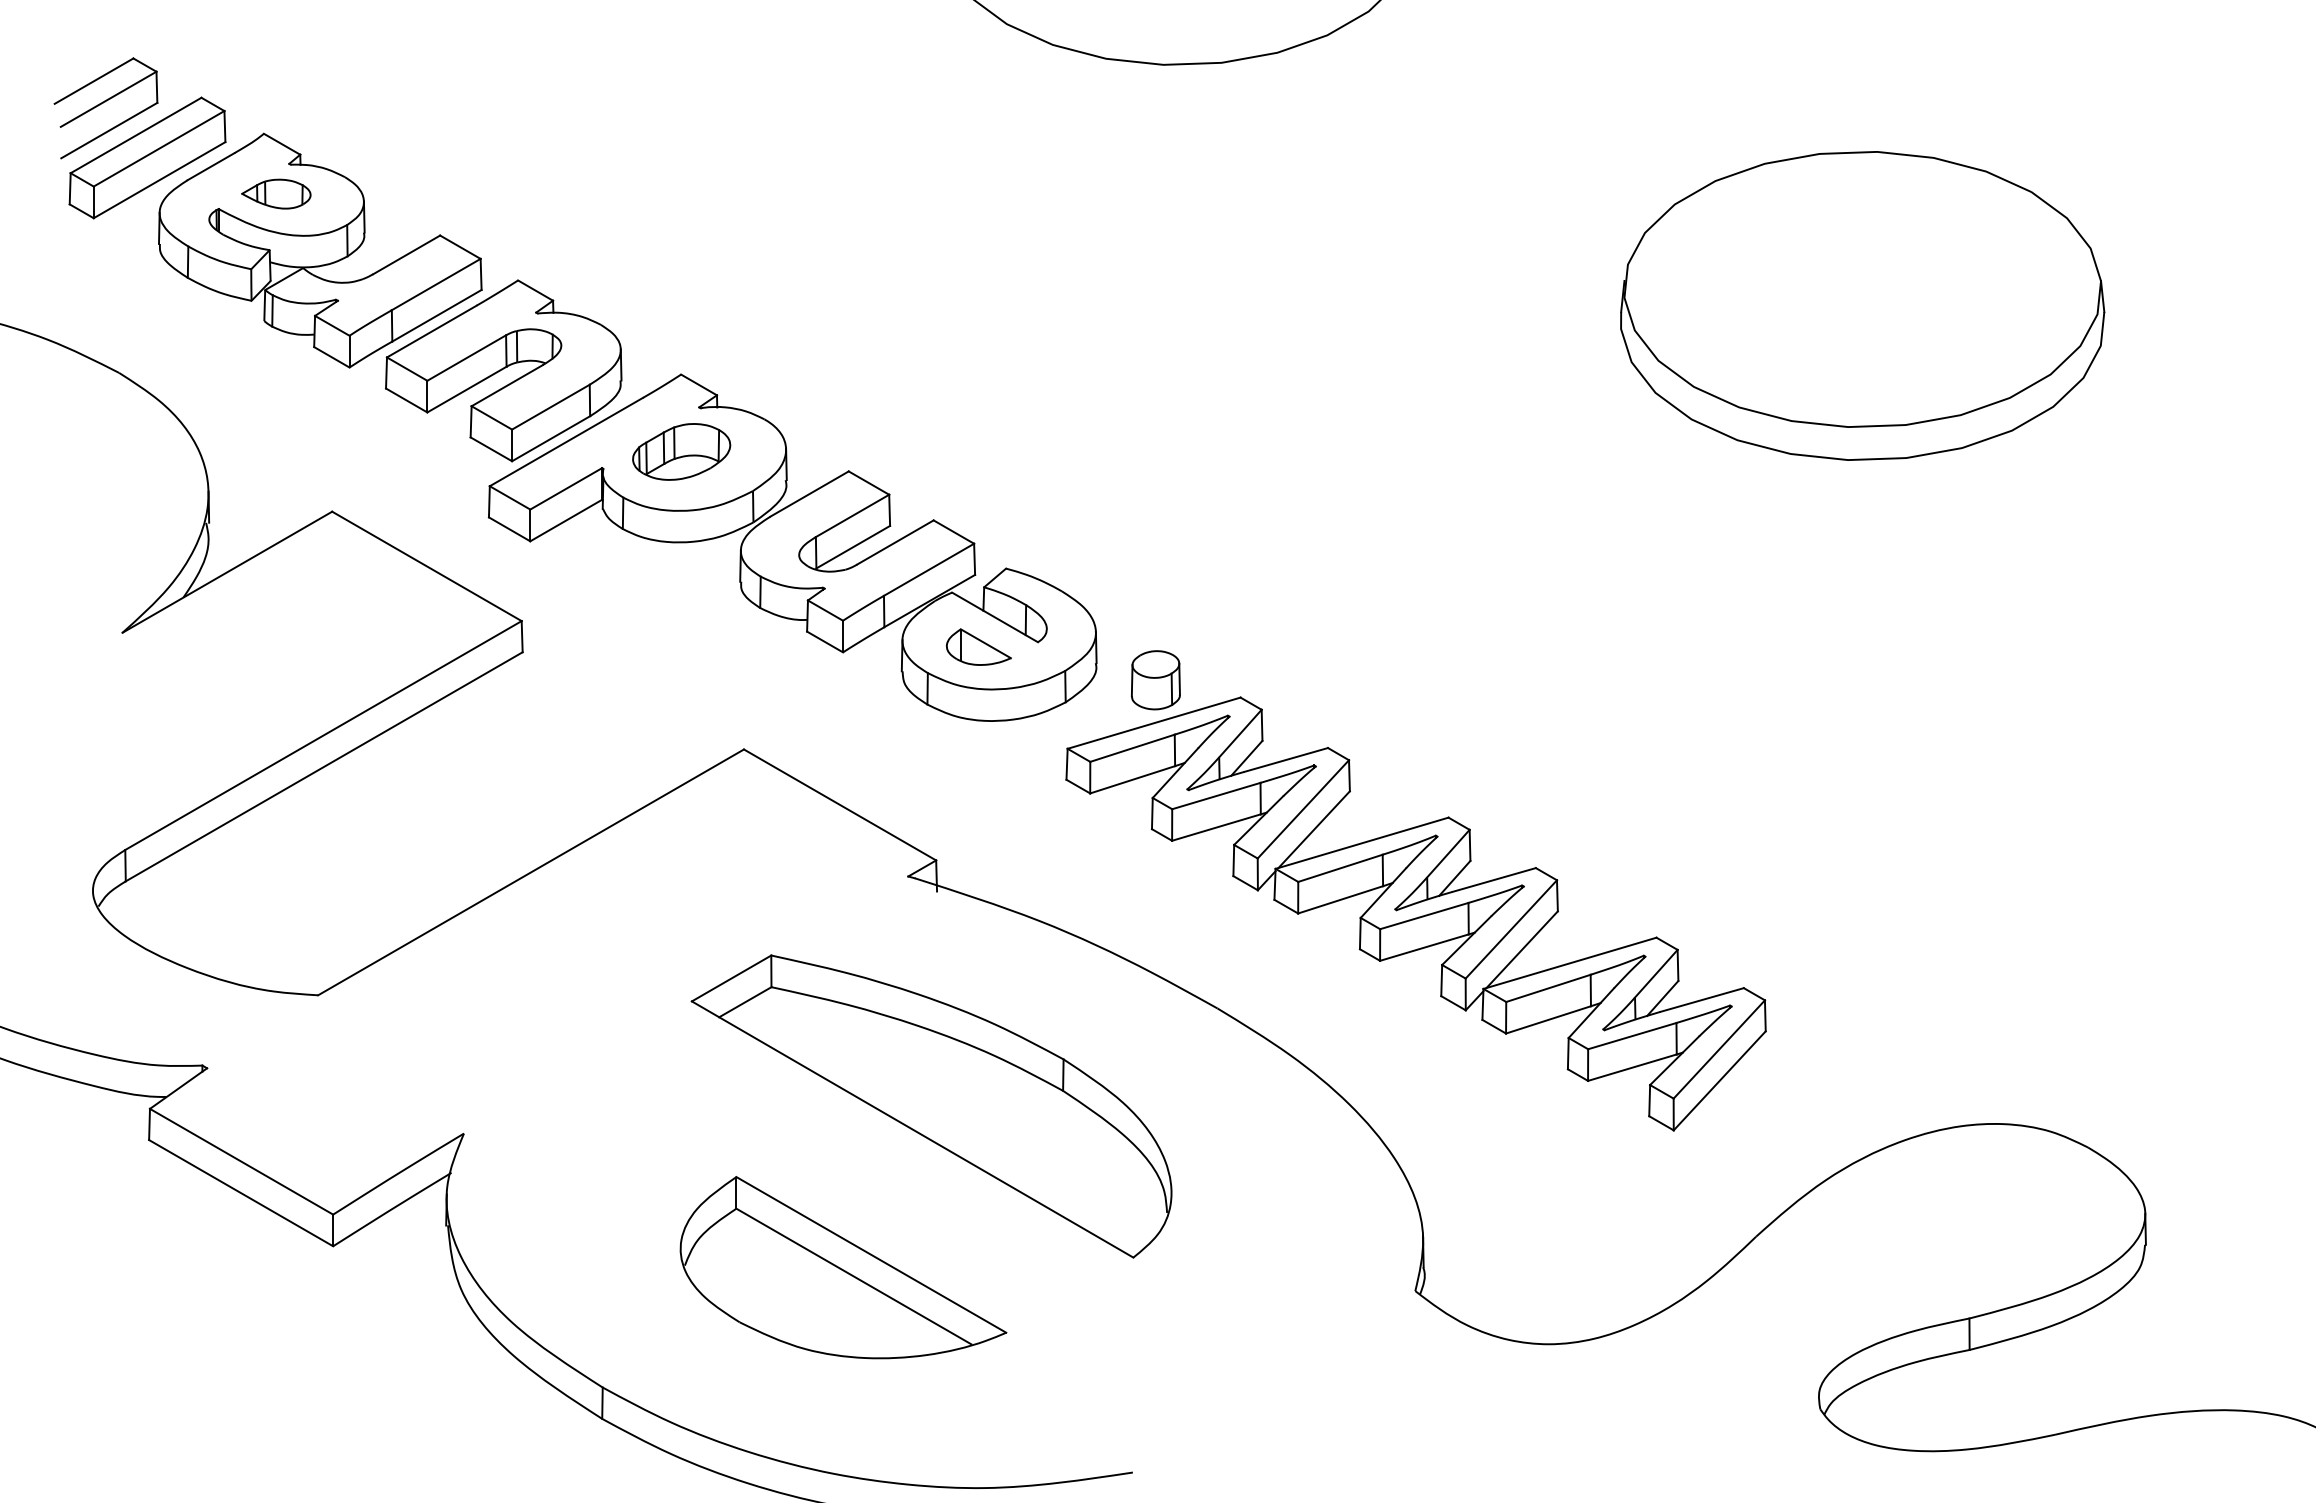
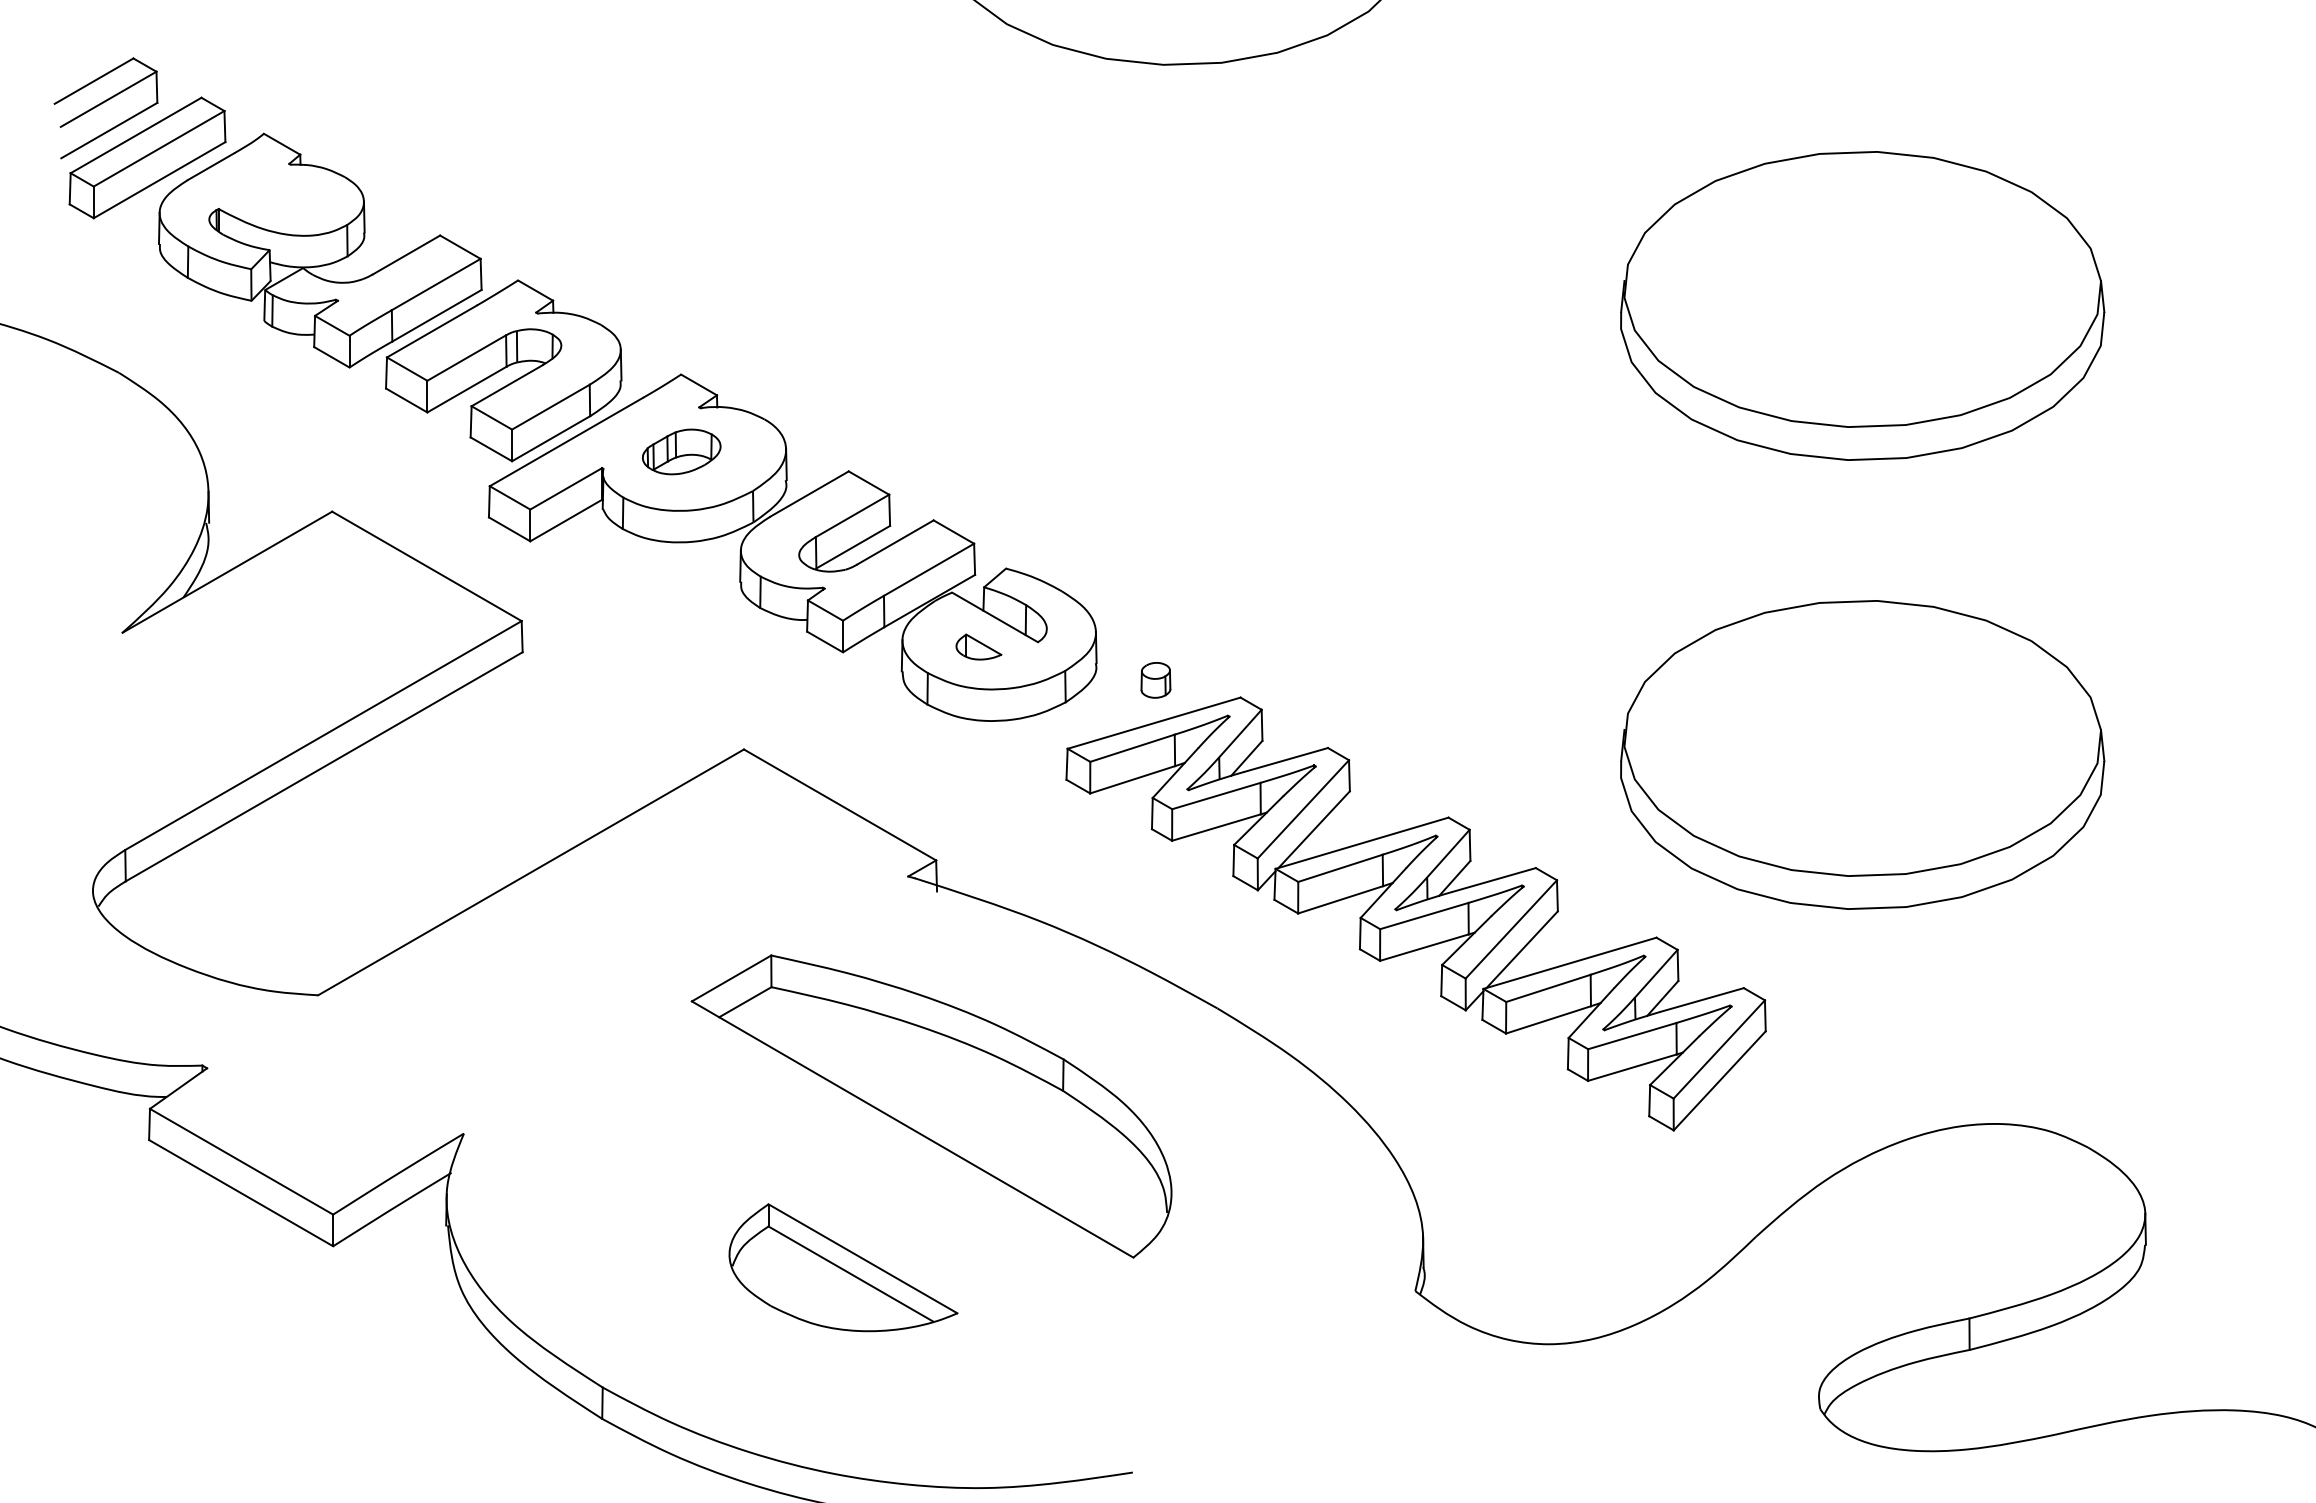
part at (276, 193): present -> none
part at (681, 451) size: 100x58 px -> 80x48 px
part at (978, 646) size: 66x38 px -> 48x28 px
part at (1155, 680) size: 50x61 px -> 32x37 px
part at (1862, 754): none -> present
part at (843, 1267) size: 329x184 px -> 231x130 px
